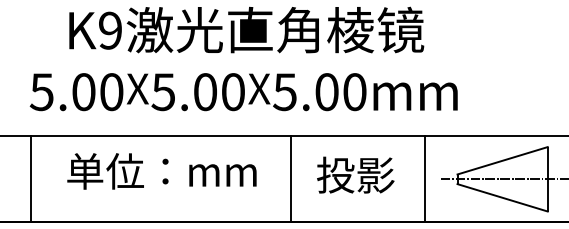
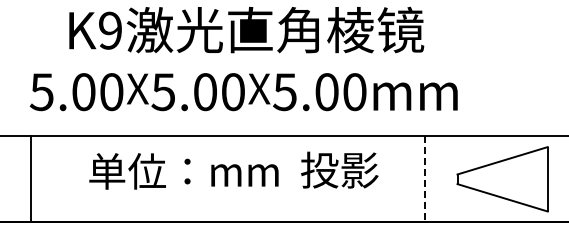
text at (161, 171) position: (161, 171) -> (183, 171)
text at (355, 174) position: (355, 174) -> (339, 169)
line at (290, 179): present -> none
line at (425, 179): solid -> dashed
line at (502, 179): present -> none
